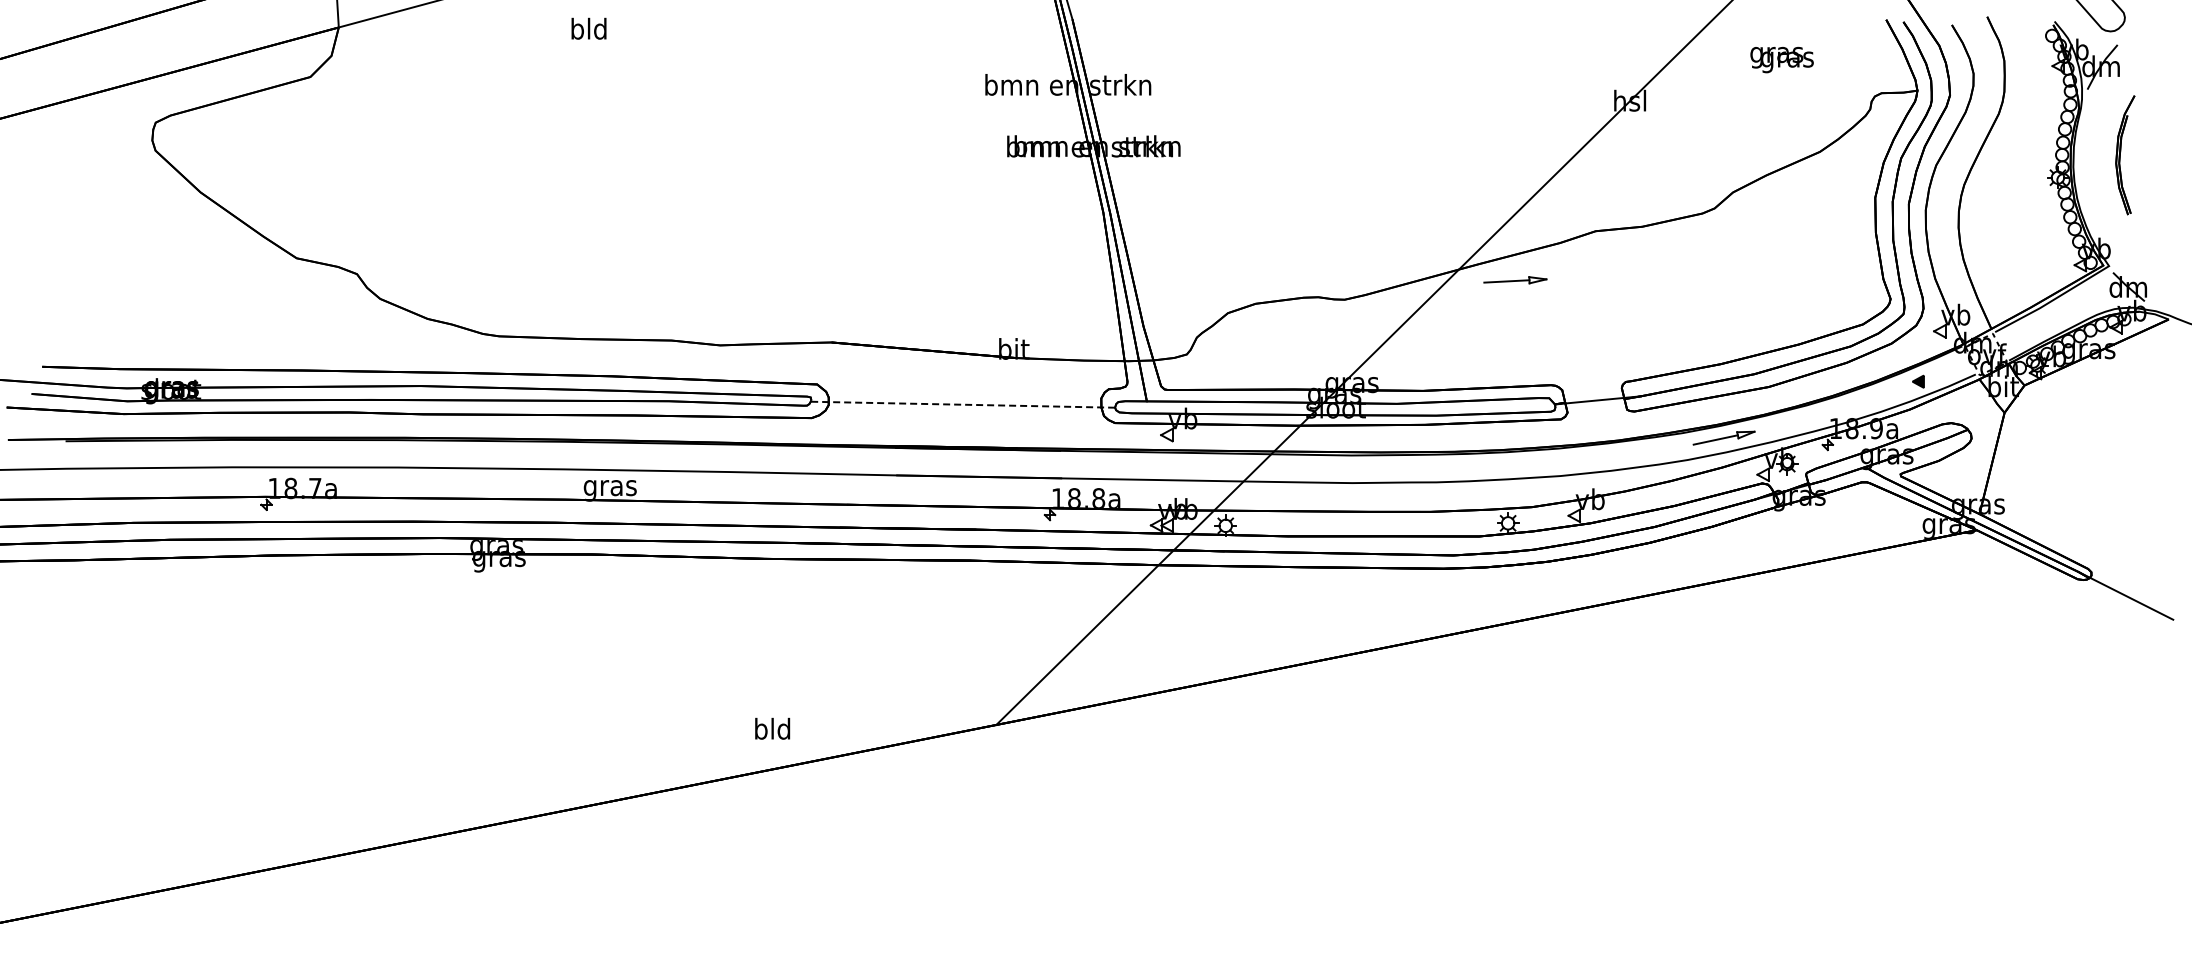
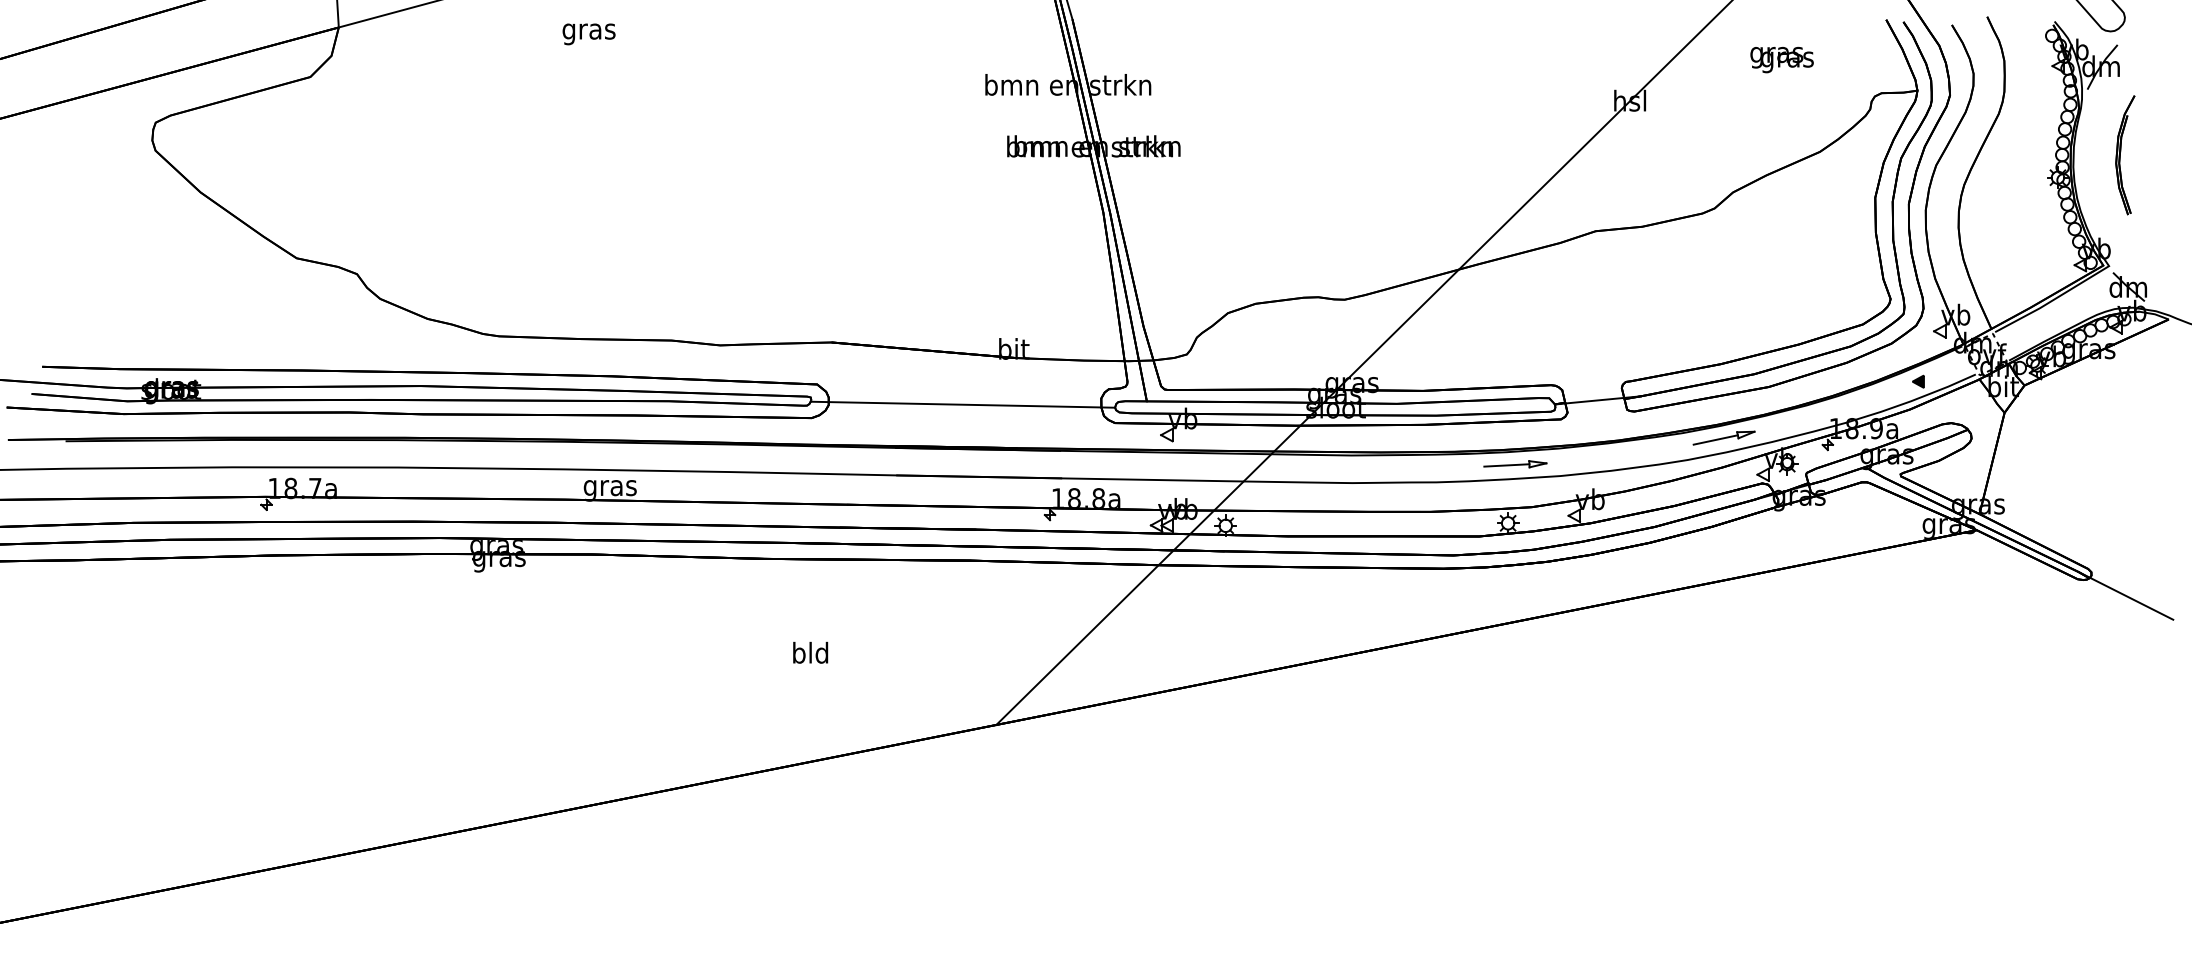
text at (588, 31): bld -> gras
part at (1515, 280) position: (1515, 280) -> (1515, 464)
line at (962, 404): dashed -> solid
text at (772, 728) position: (772, 728) -> (810, 652)
